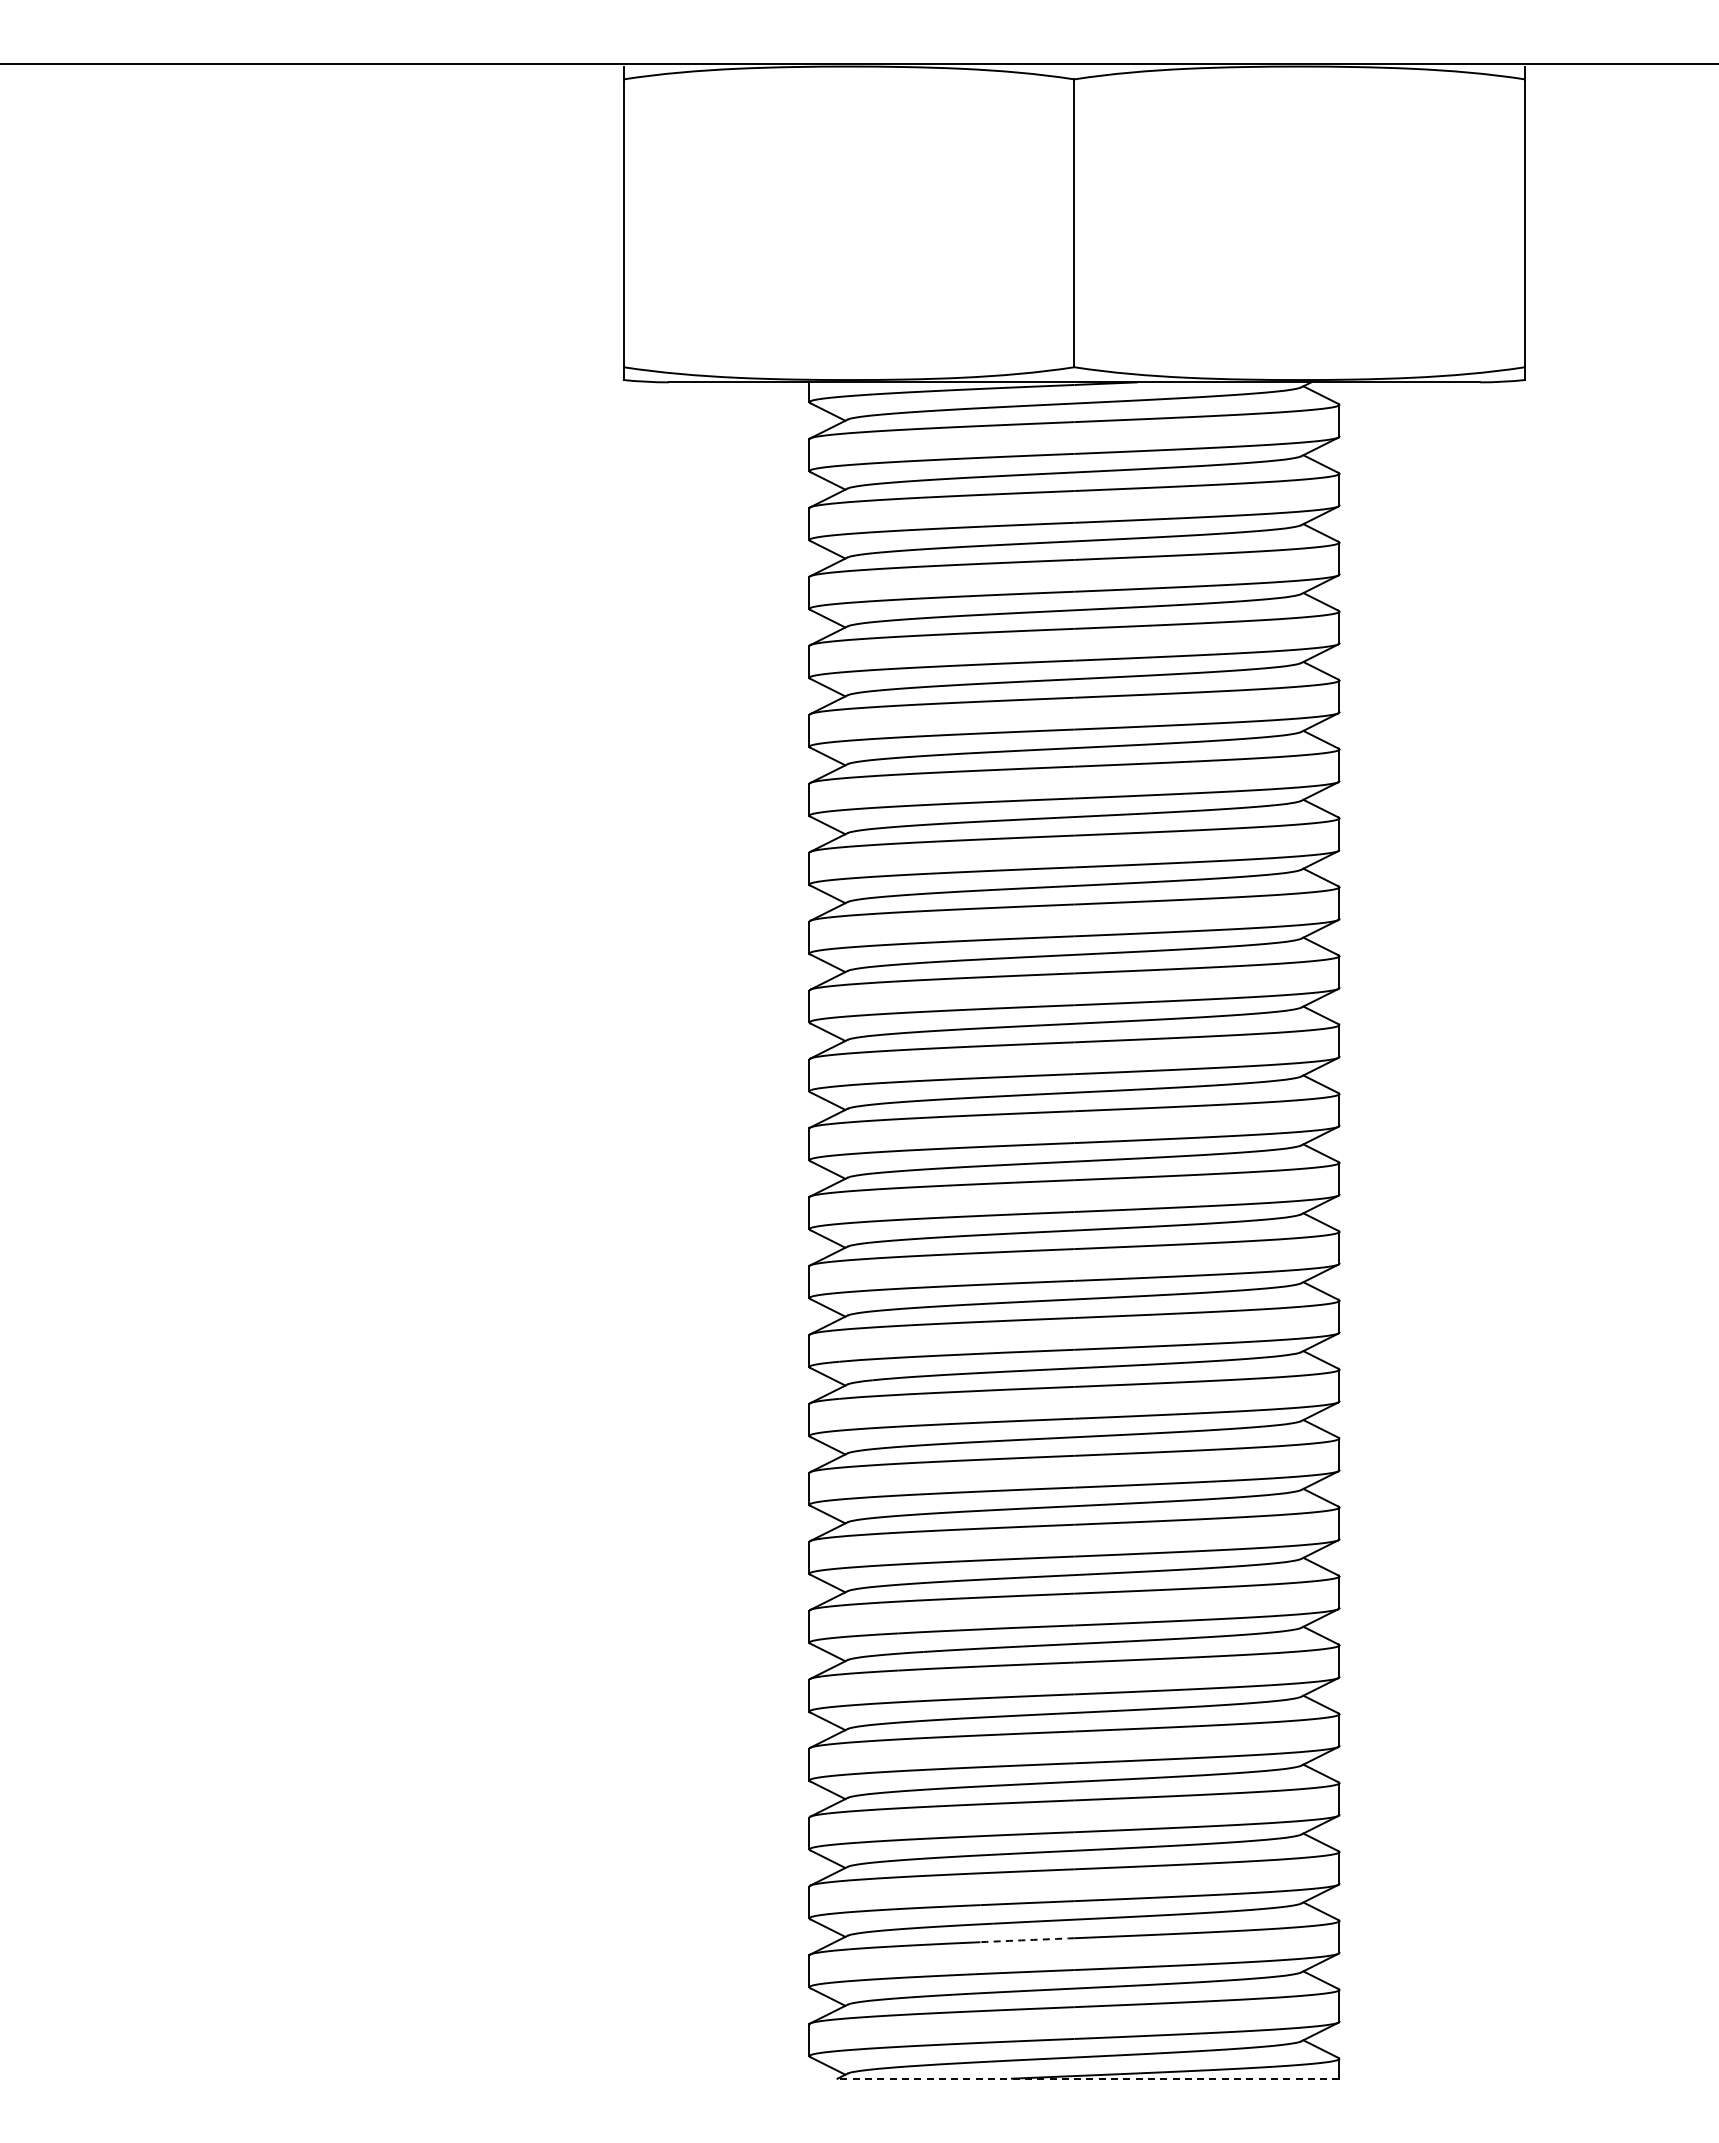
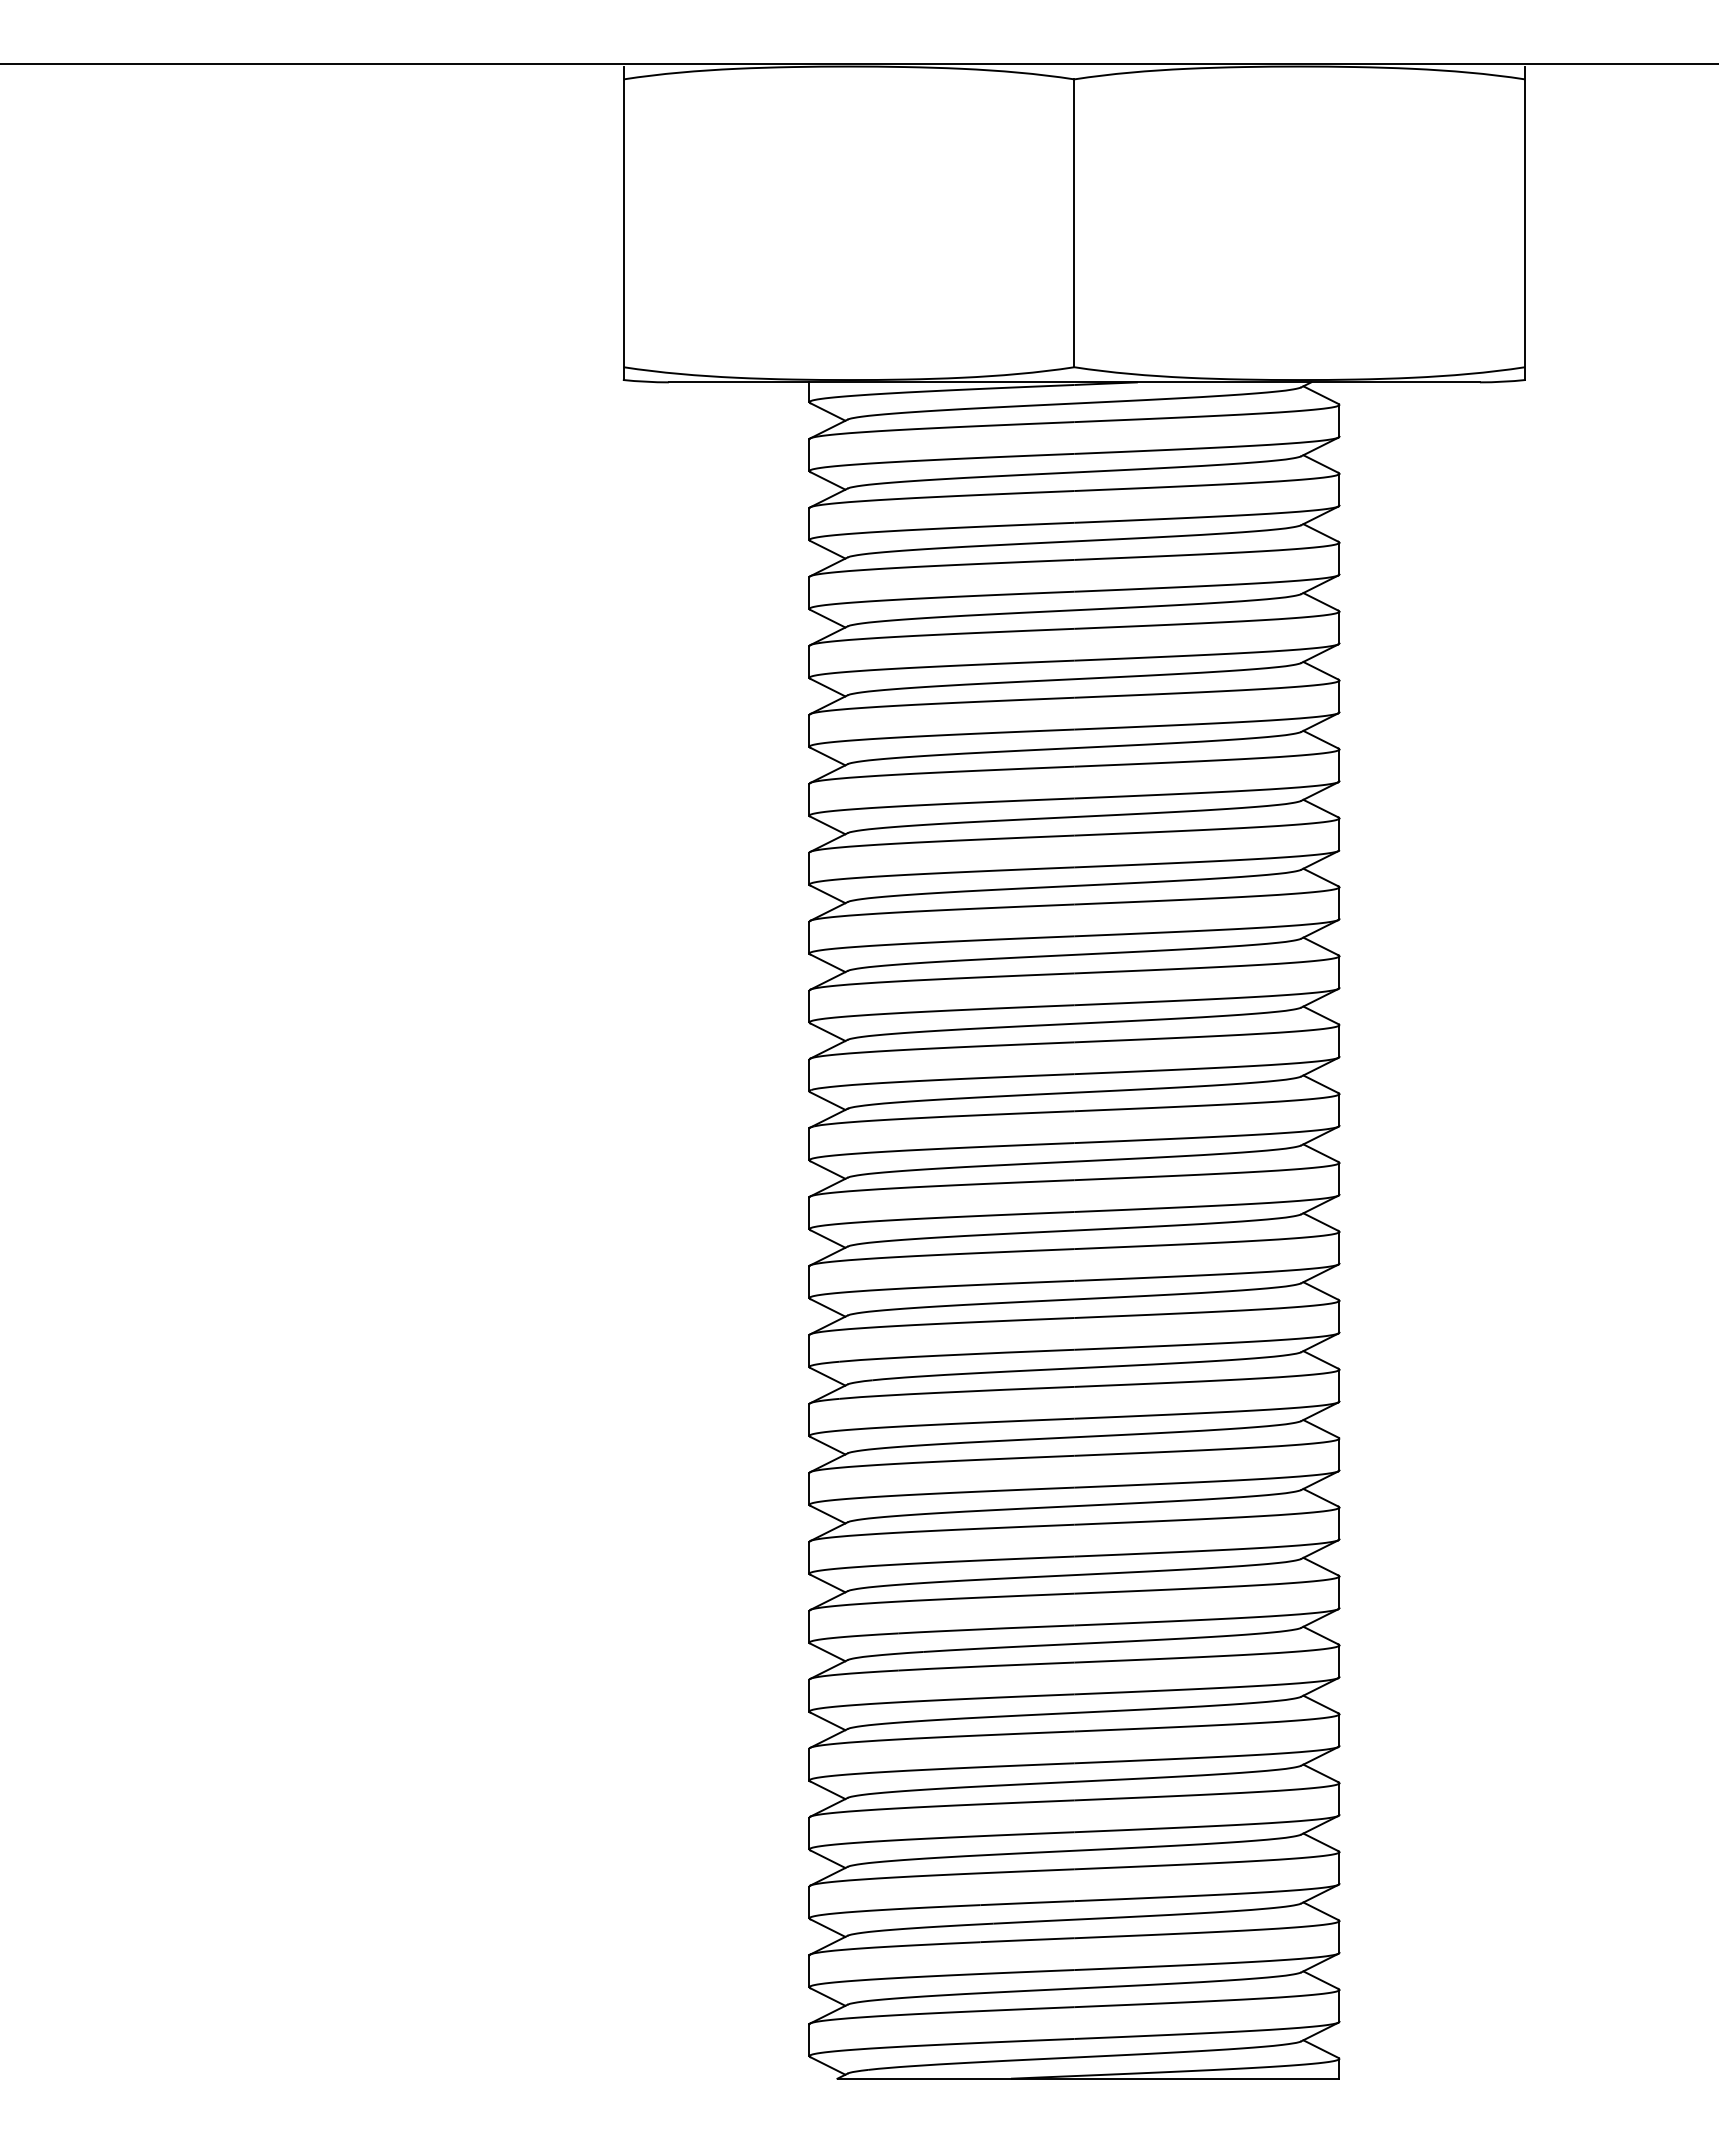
arc at (1027, 1940): dashed -> solid
line at (1088, 2078): dashed -> solid
